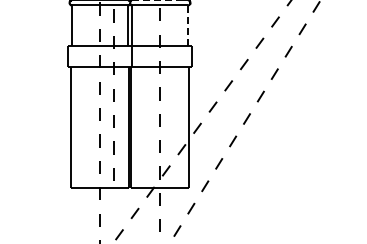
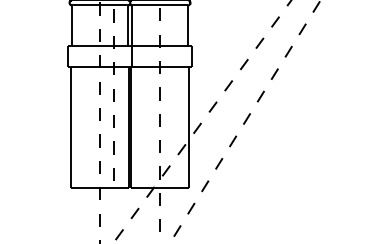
line at (155, 0): dashed -> solid
line at (187, 25): dashed -> solid
